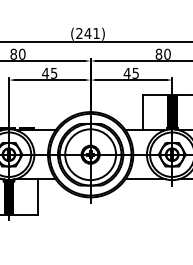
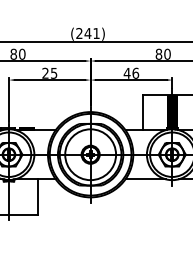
text at (45, 72): 45 -> 25
text at (135, 72): 45 -> 46
fill at (8, 197): present -> none
